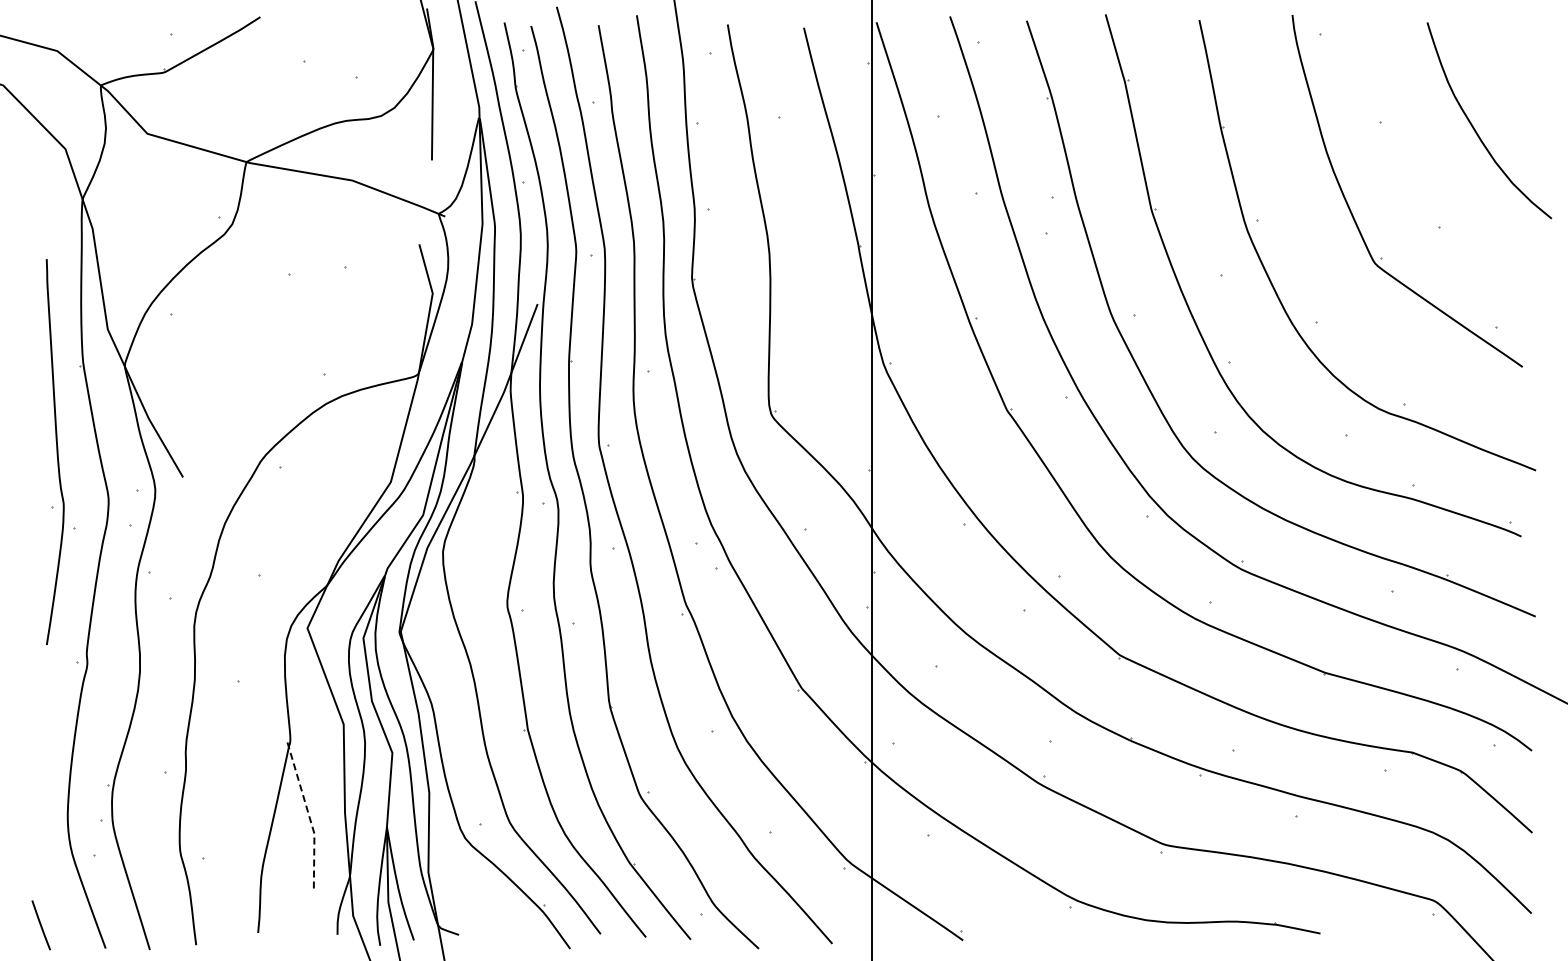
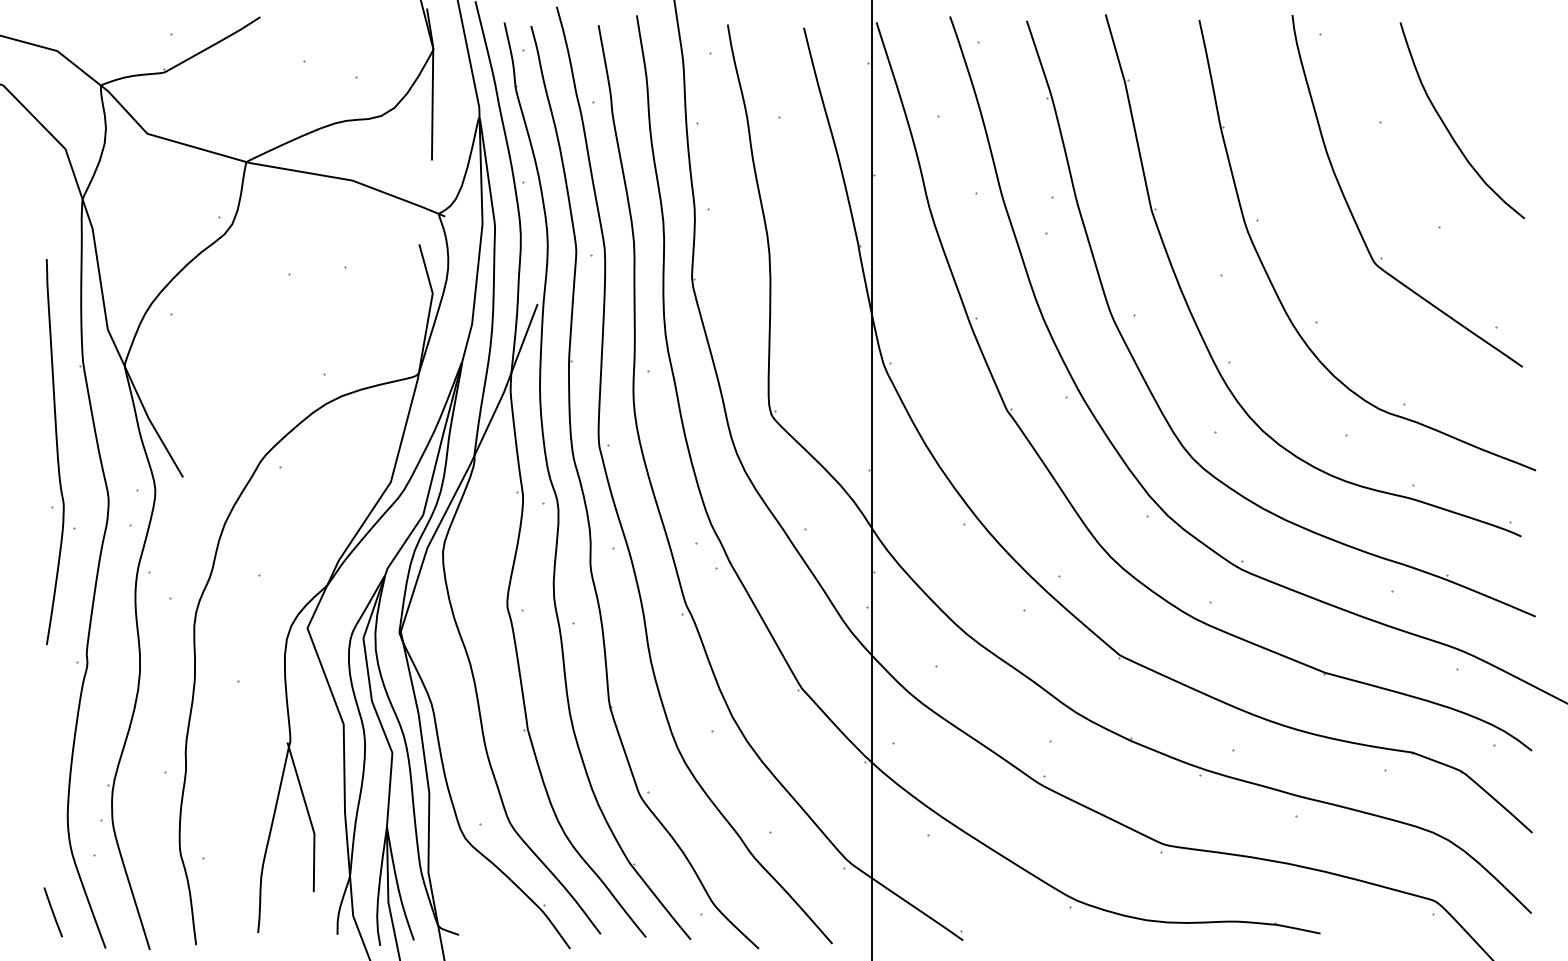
curve at (1476, 130) position: (1476, 130) -> (1449, 130)
line at (309, 816): dashed -> solid
line at (40, 925) position: (40, 925) -> (52, 912)
